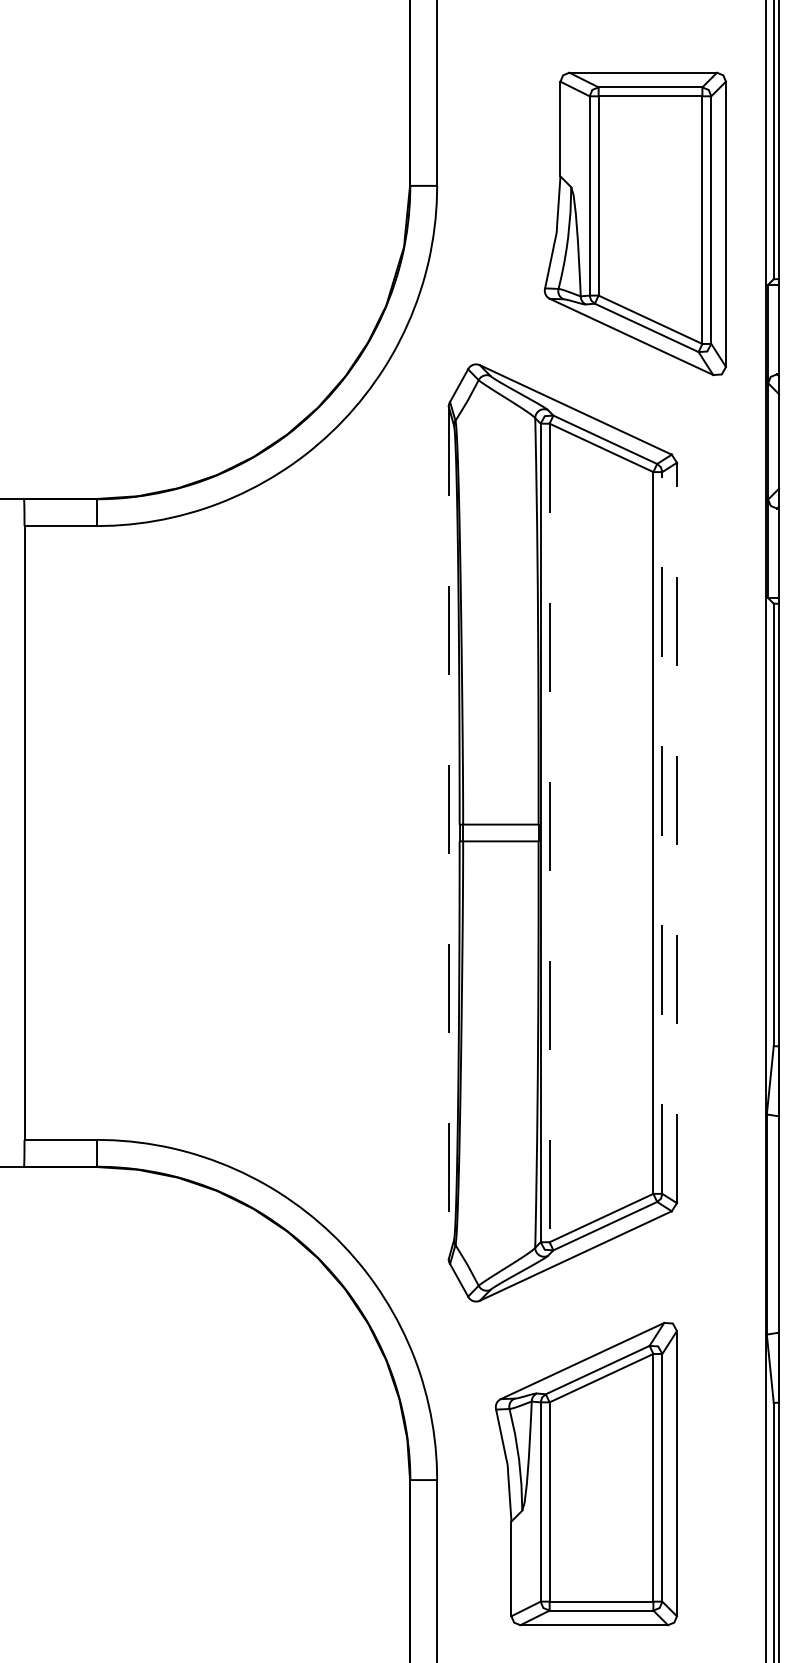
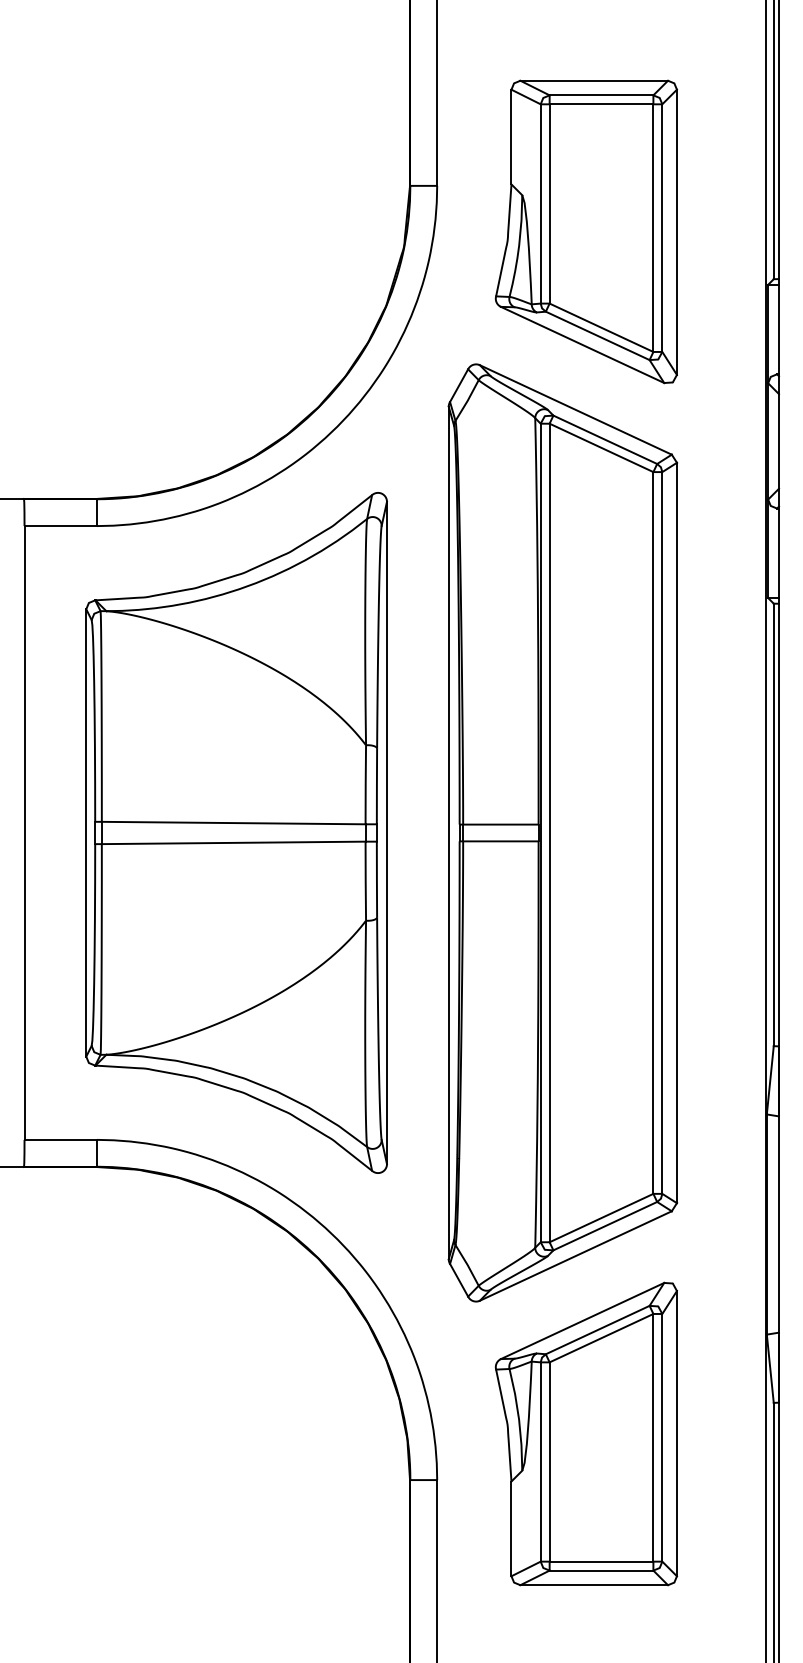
part at (634, 223) position: (634, 223) -> (585, 231)
part at (236, 832): none -> present
line at (662, 832): dashed -> solid
line at (676, 832): dashed -> solid
line at (448, 833): dashed -> solid
line at (549, 833): dashed -> solid
part at (585, 1473) position: (585, 1473) -> (585, 1433)
